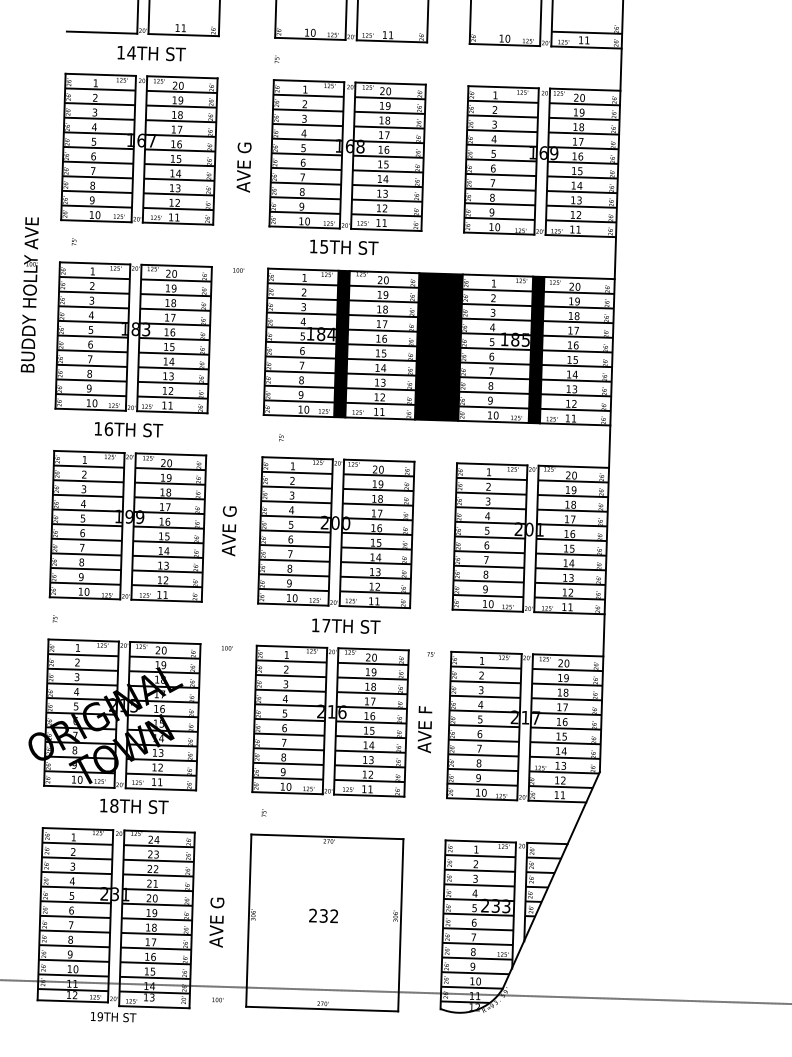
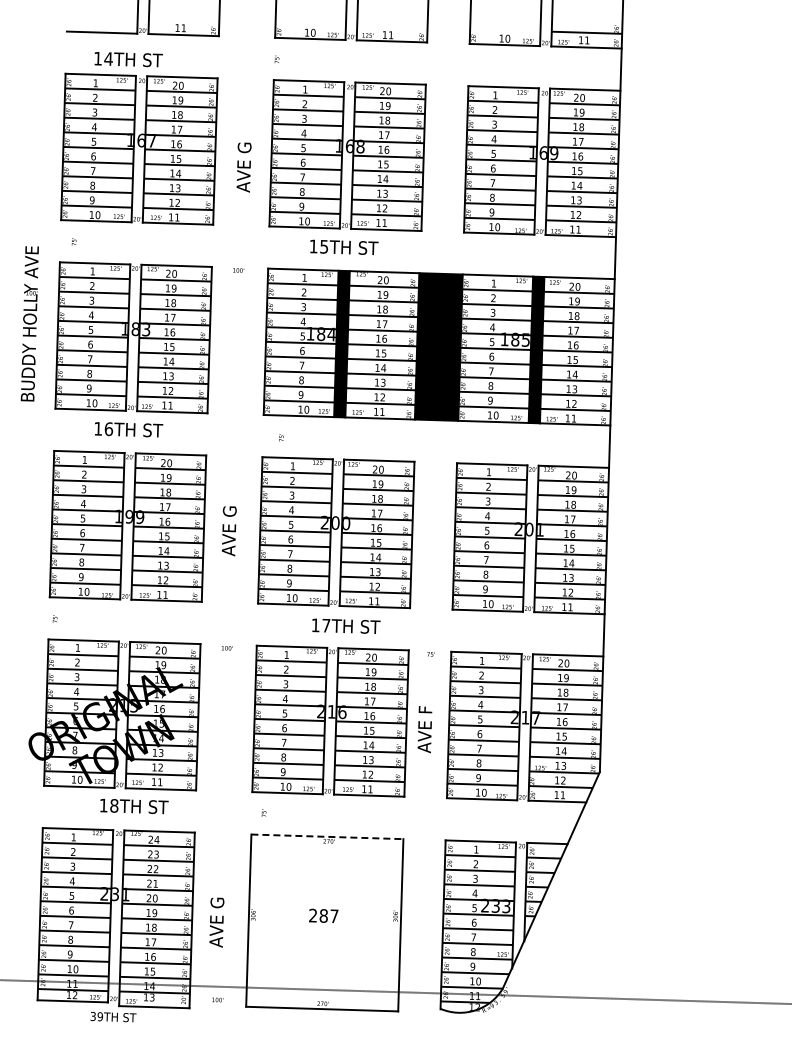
text at (151, 53) position: (151, 53) -> (128, 59)
text at (29, 294) position: (29, 294) -> (29, 323)
line at (327, 836): solid -> dashed
text at (328, 916): 232 -> 287
text at (92, 1016): 19TH -> 39TH
